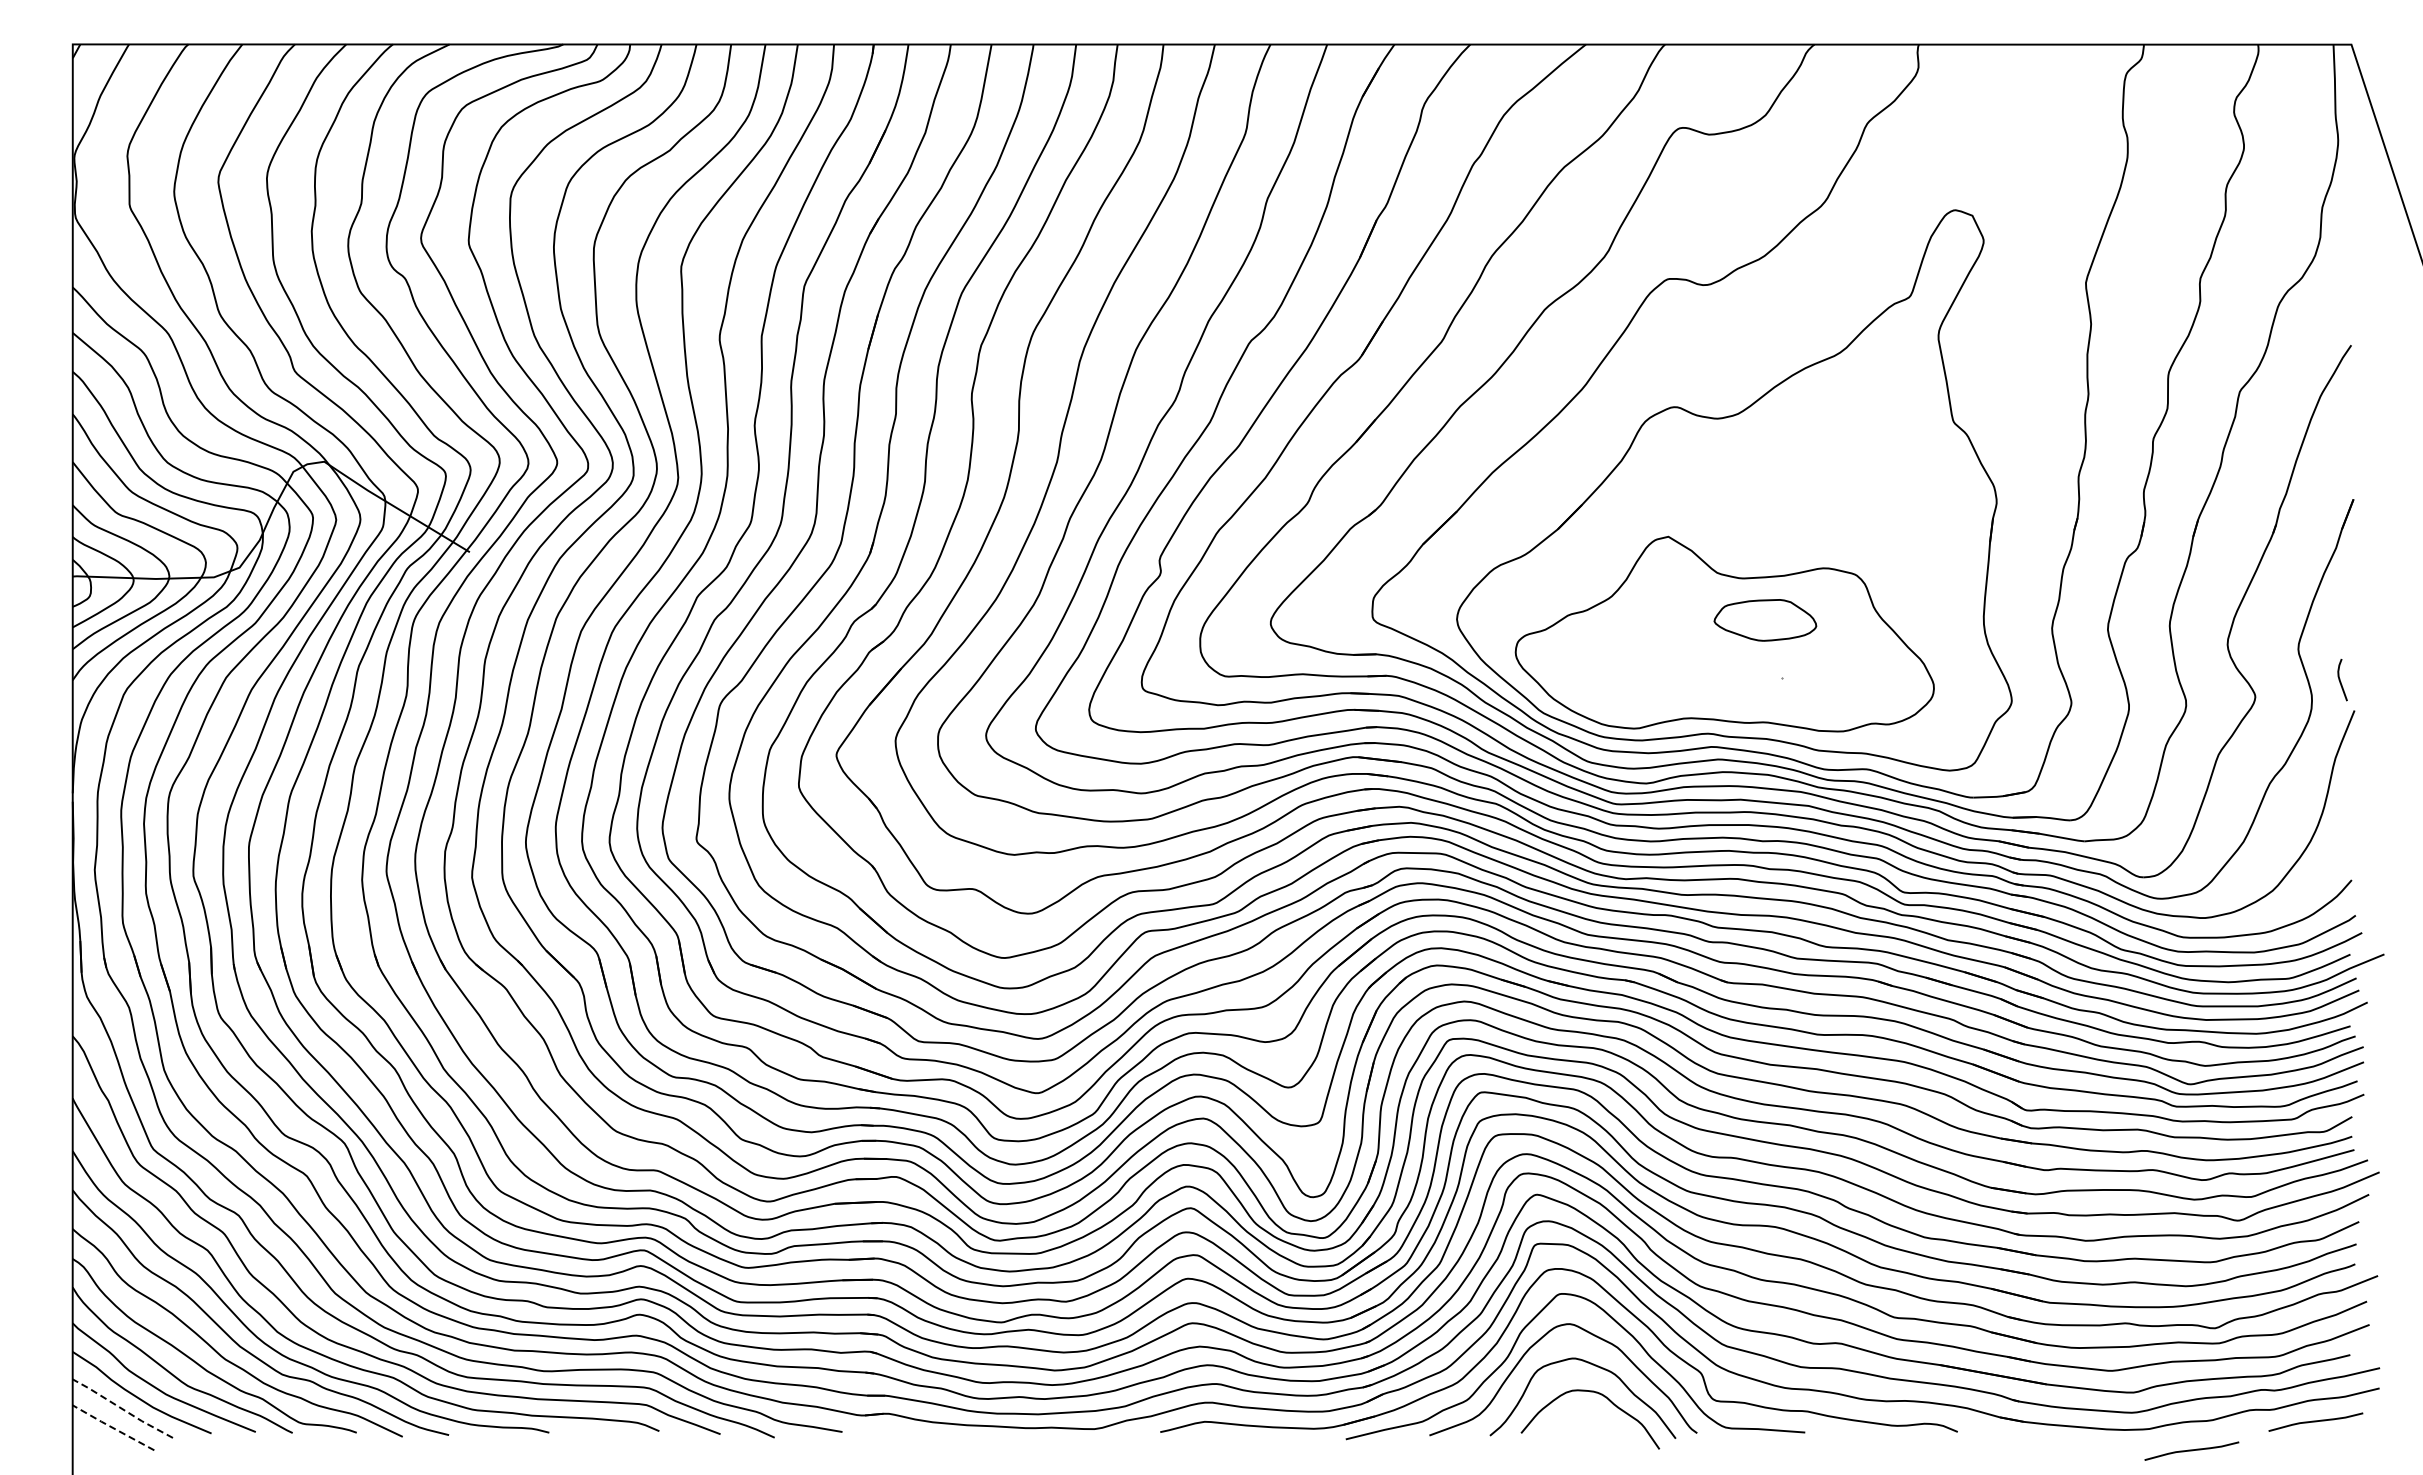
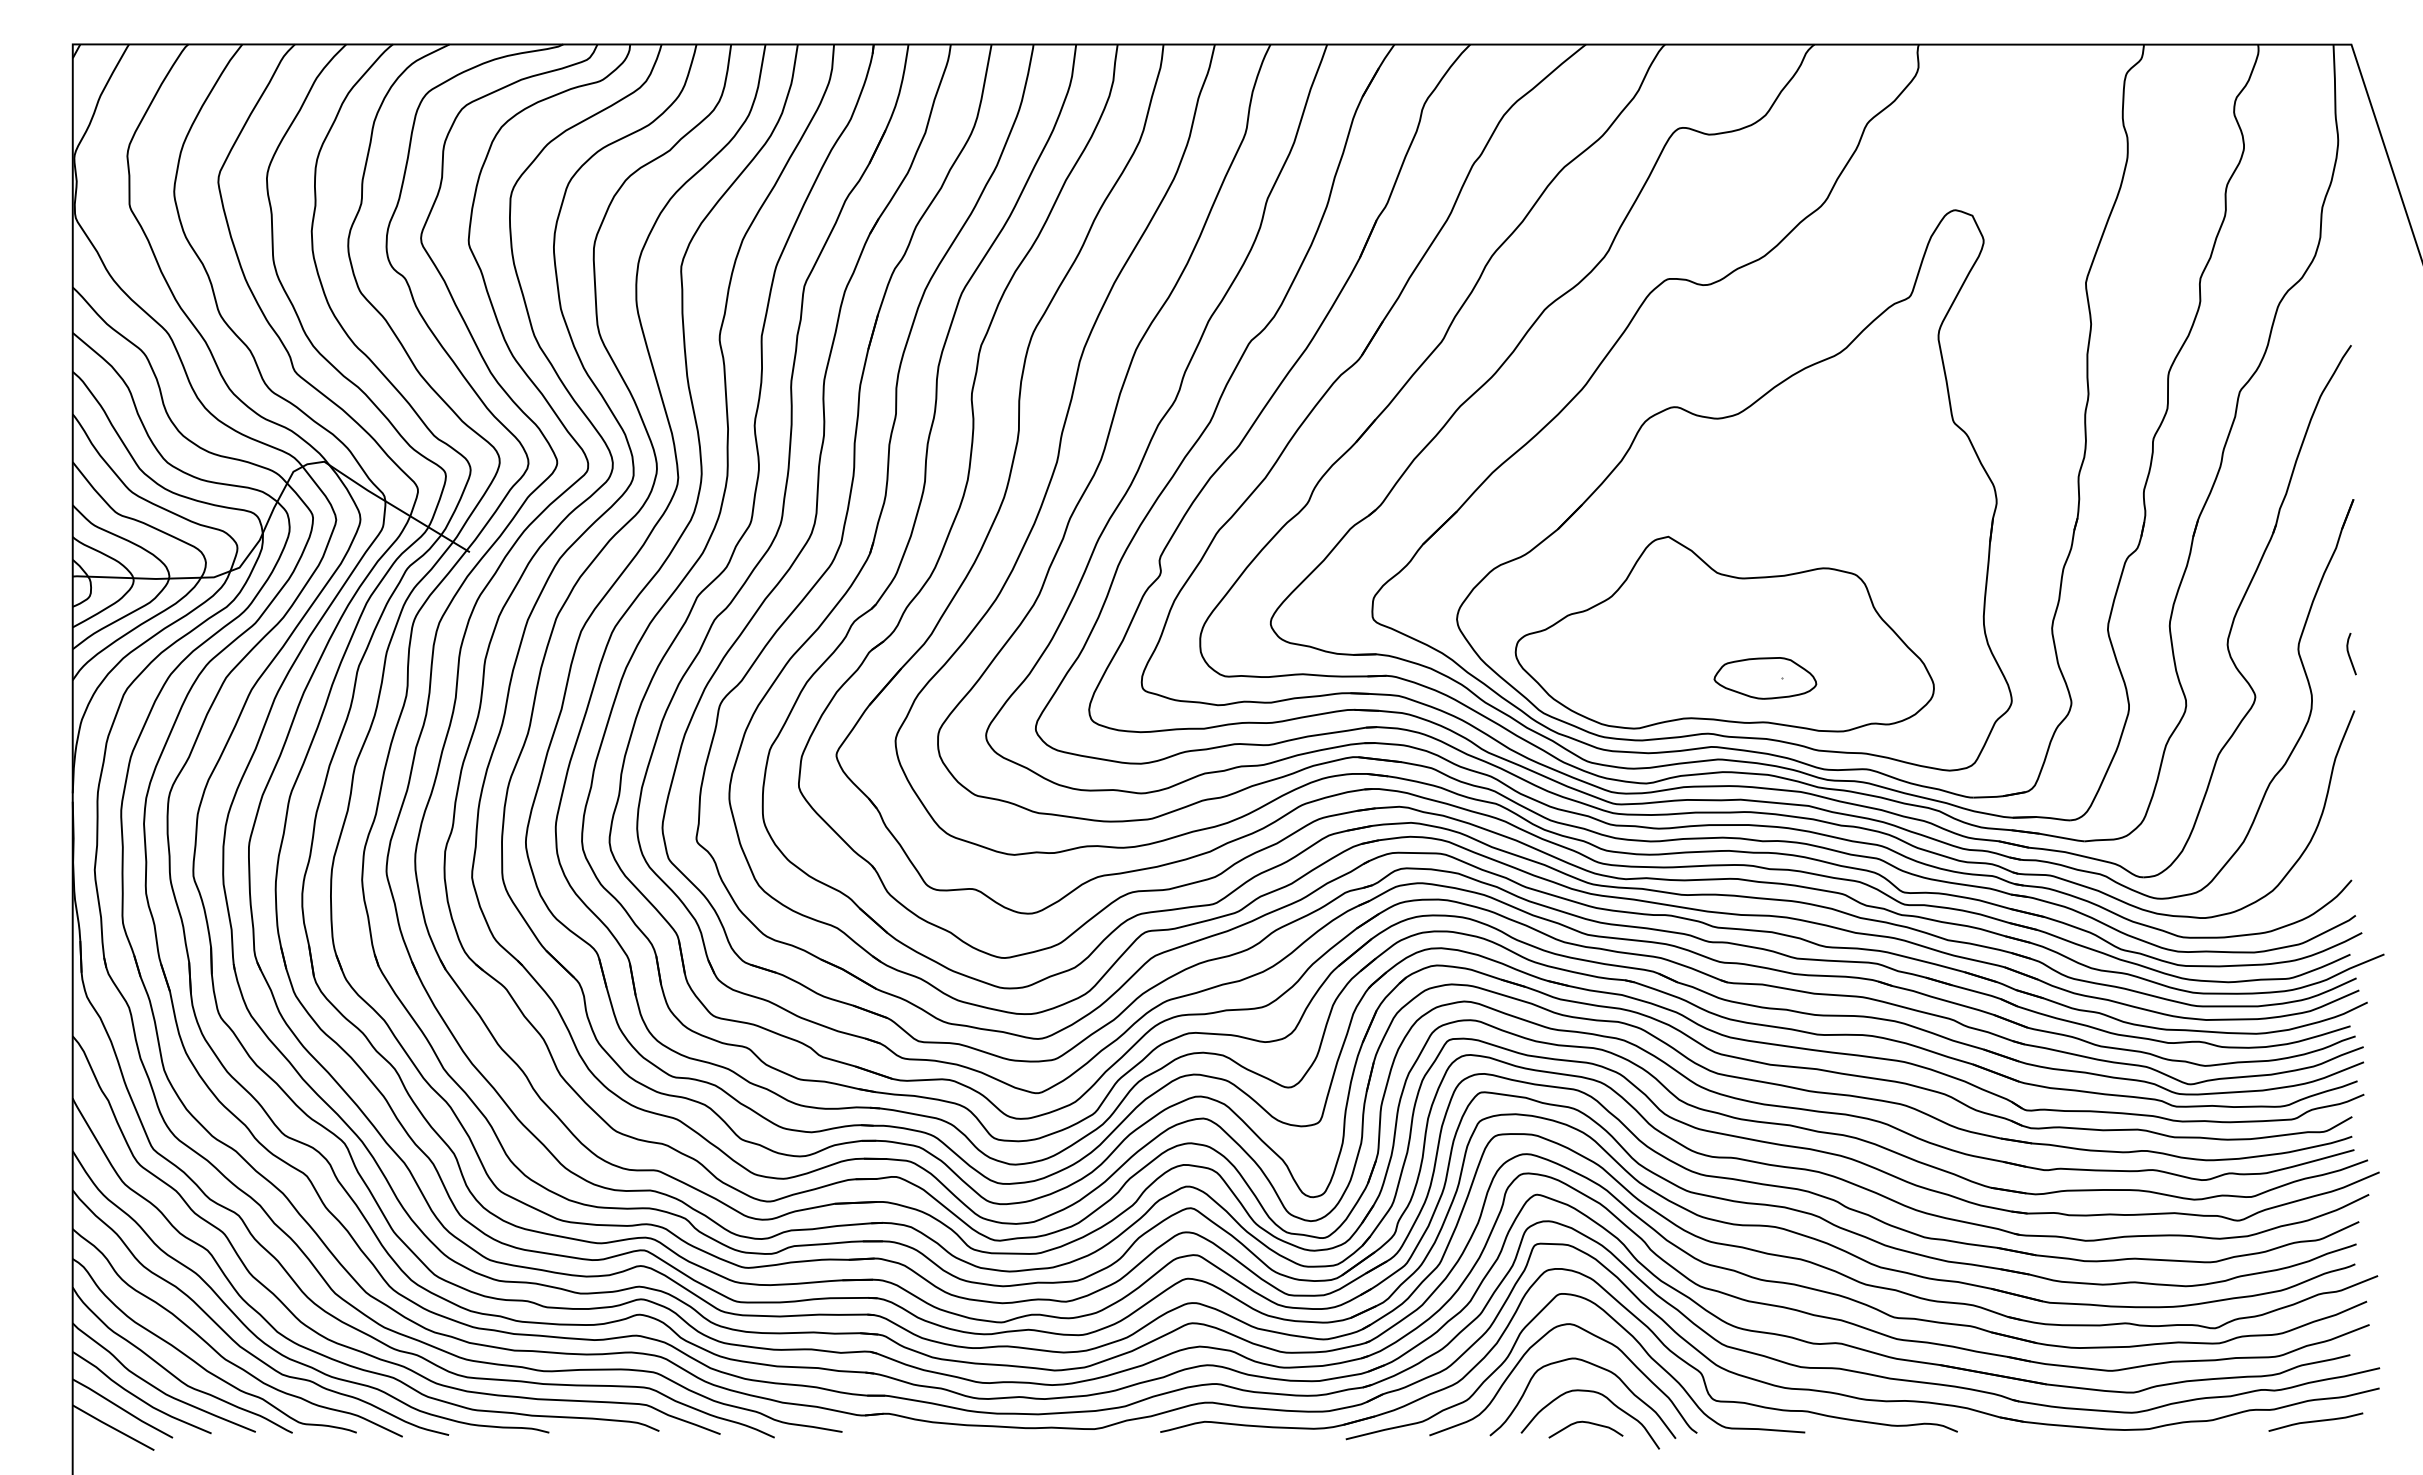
part at (1765, 620) position: (1765, 620) -> (1765, 678)
curve at (2341, 681) position: (2341, 681) -> (2350, 655)
line at (122, 1409): dashed -> solid
curve at (1585, 1423): none -> present
line at (112, 1427): dashed -> solid
curve at (2191, 1450): present -> none
